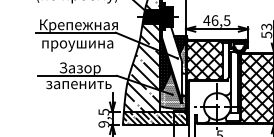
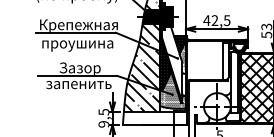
text at (214, 20): 46,5 -> 42,5
hatch at (209, 60): present -> none
hatch at (155, 117): present -> none
